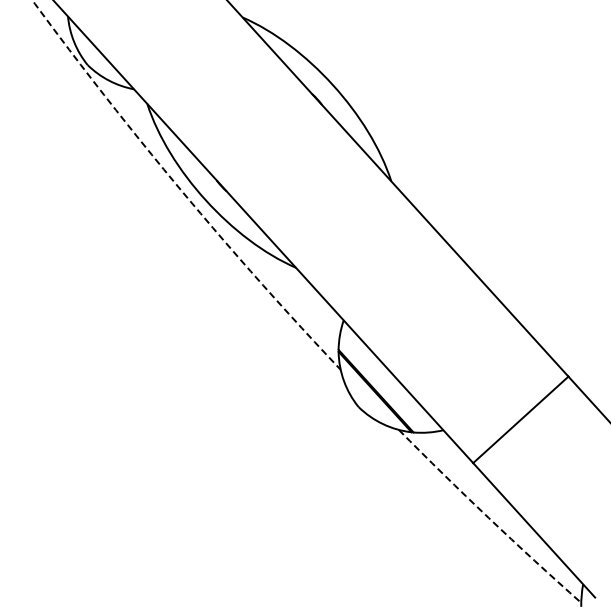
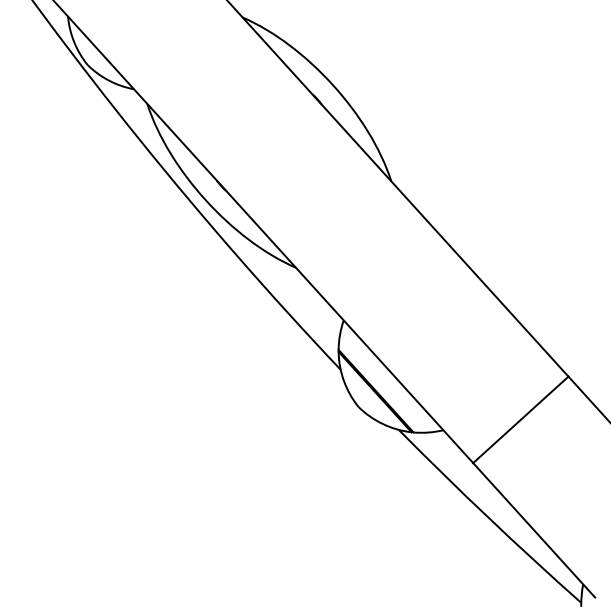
arc at (181, 190): dashed -> solid
arc at (488, 517): dashed -> solid
